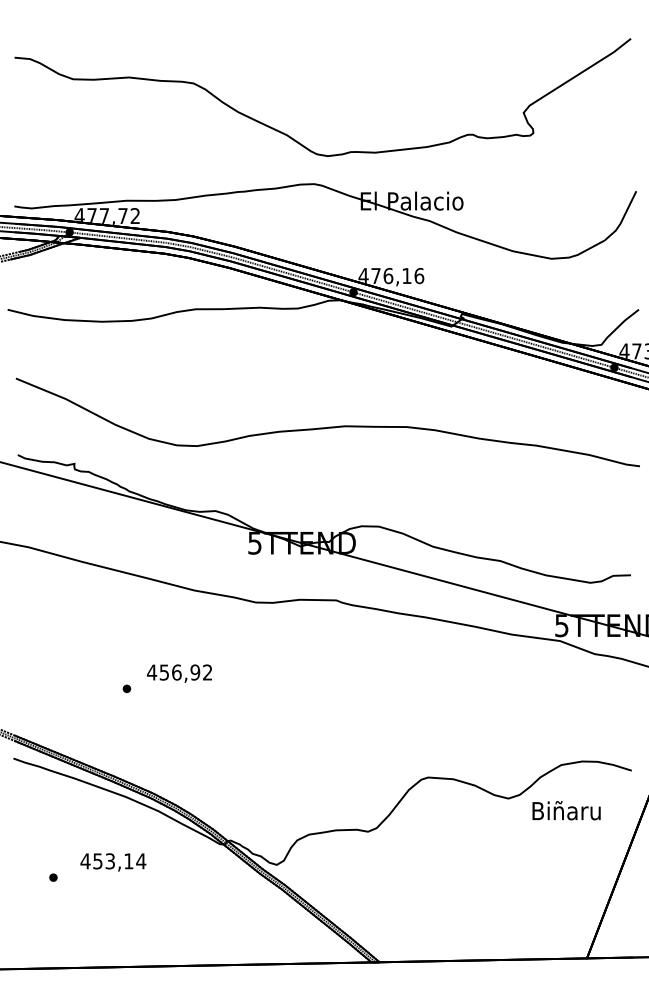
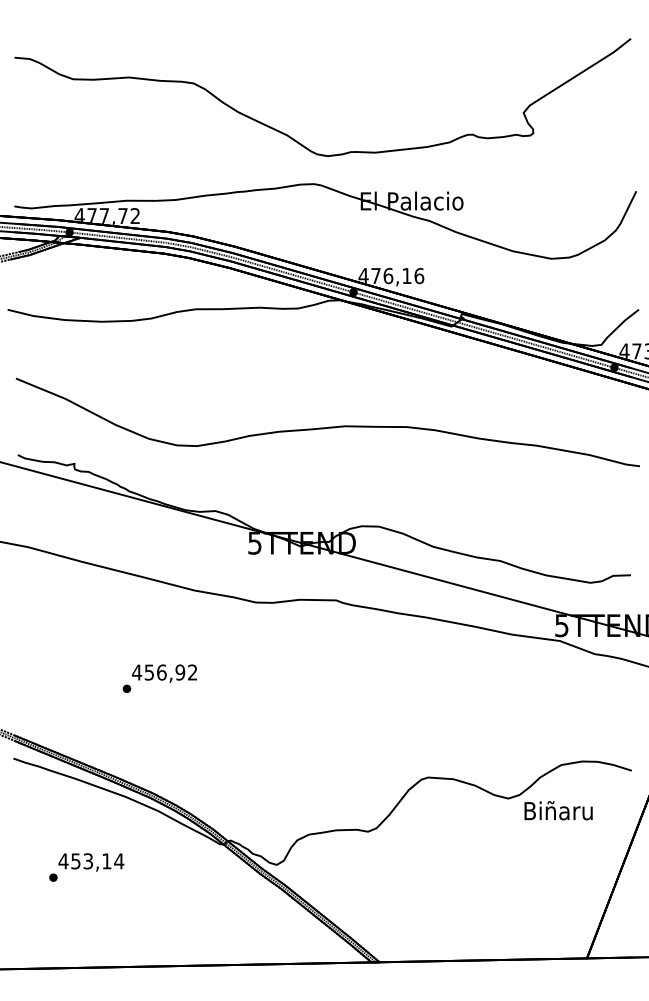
text at (178, 673) position: (178, 673) -> (163, 673)
text at (566, 810) position: (566, 810) -> (558, 810)
text at (113, 862) position: (113, 862) -> (91, 862)
